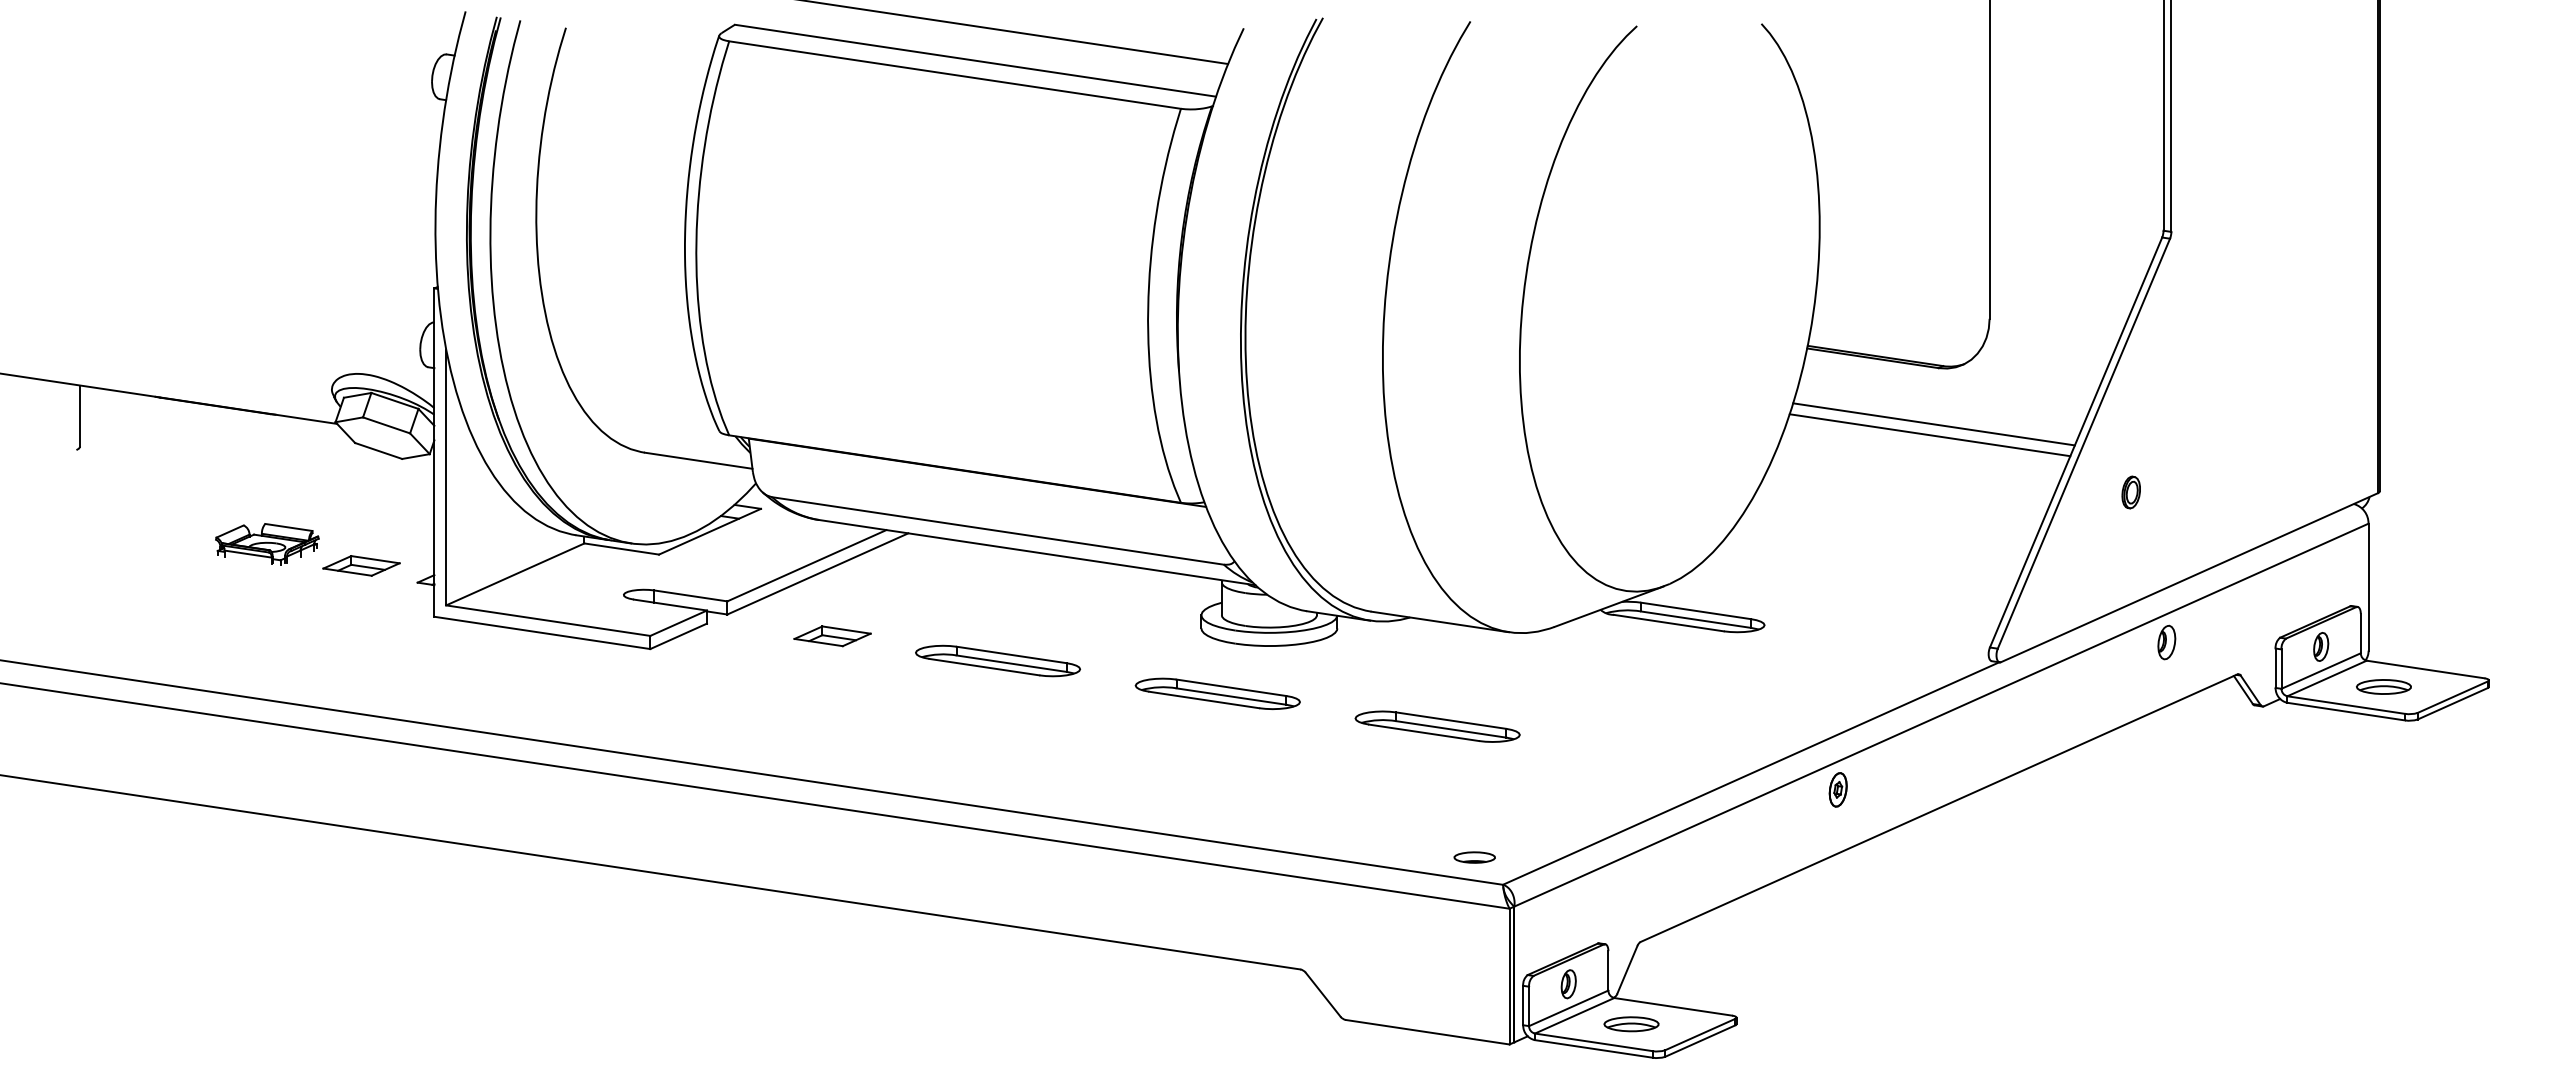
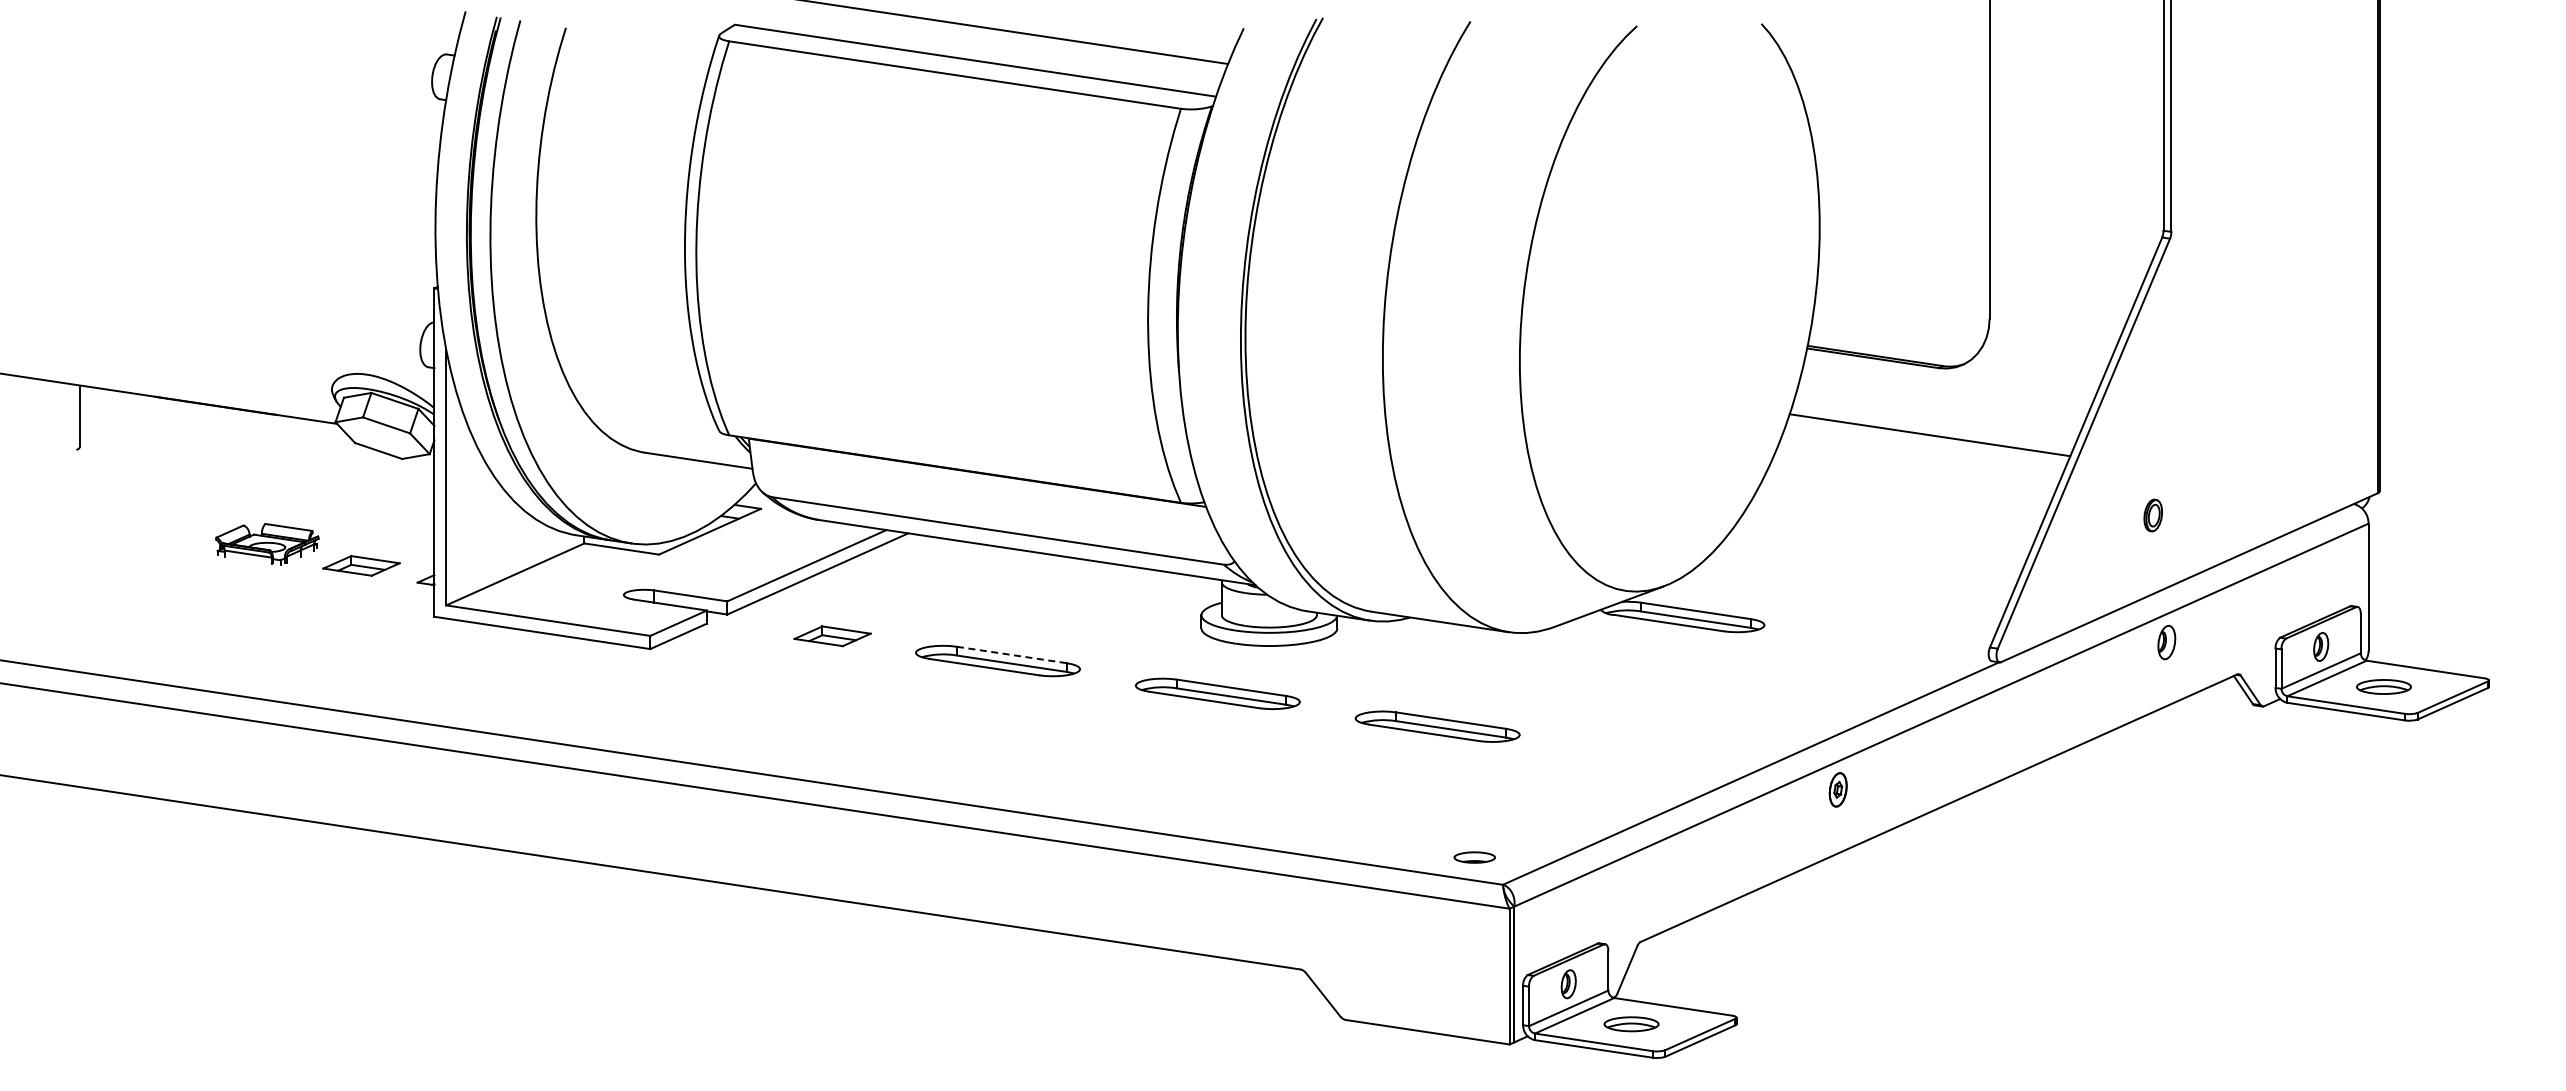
line at (1933, 424): present -> none
part at (2130, 492) position: (2130, 492) -> (2152, 515)
line at (1011, 654): solid -> dashed
